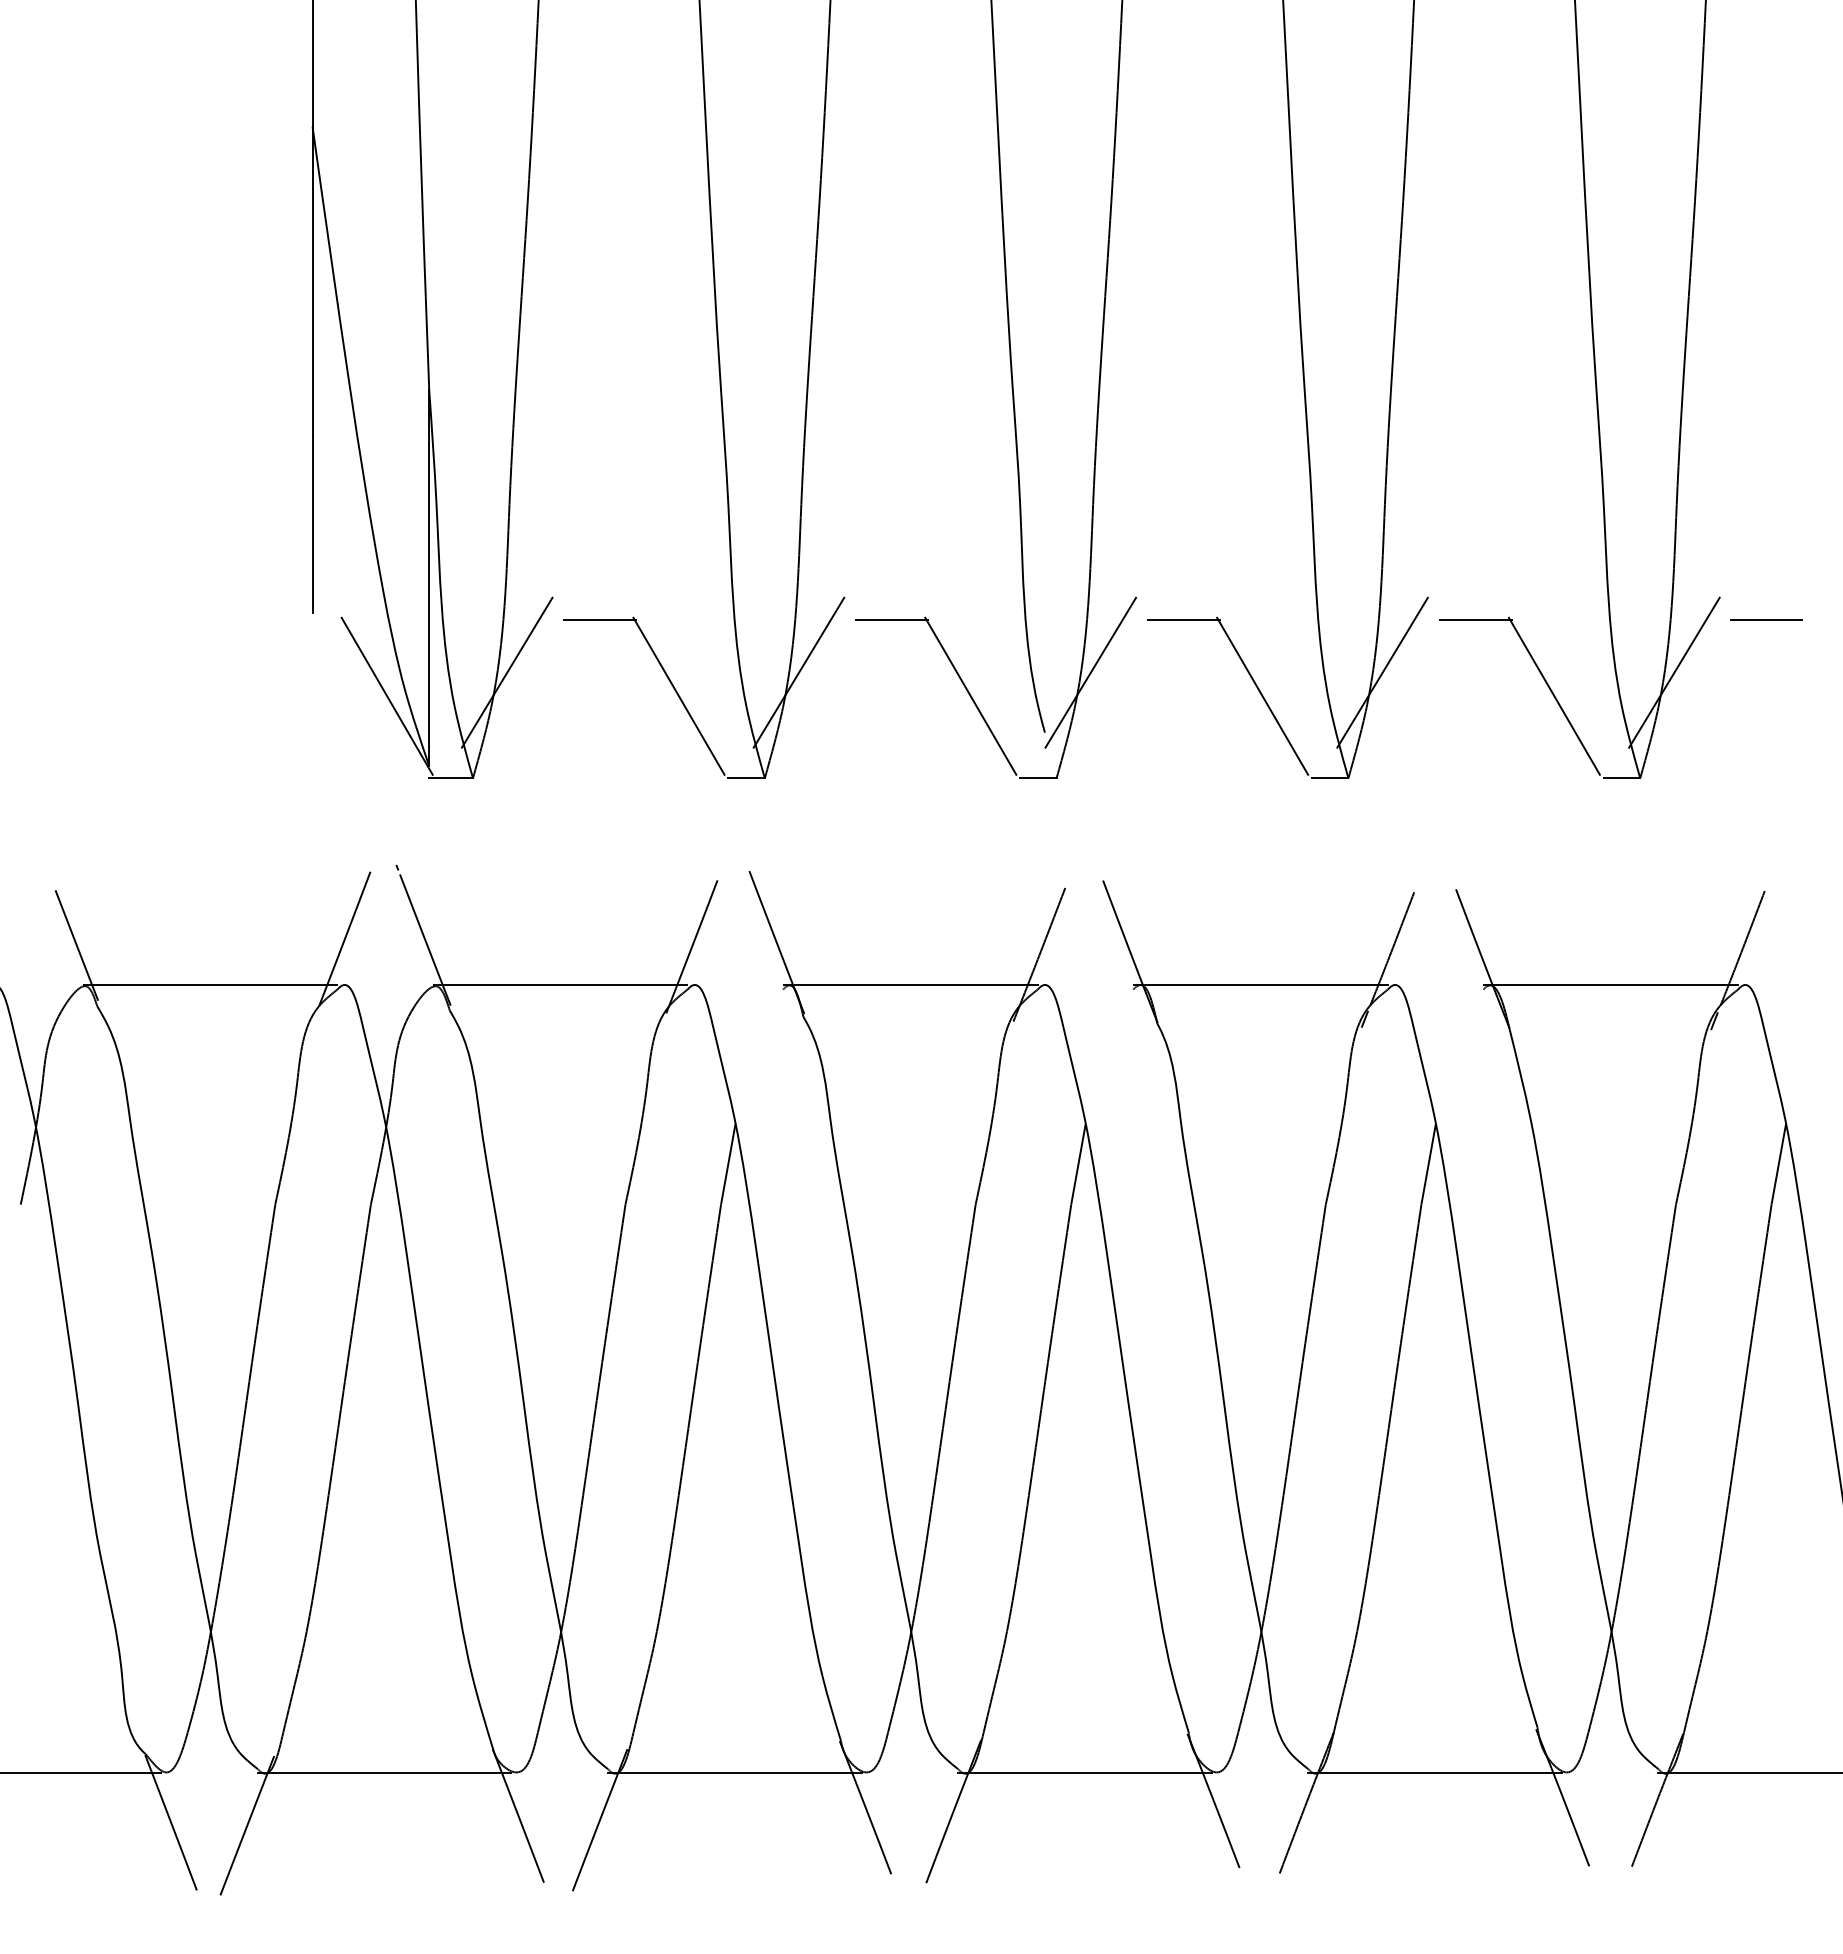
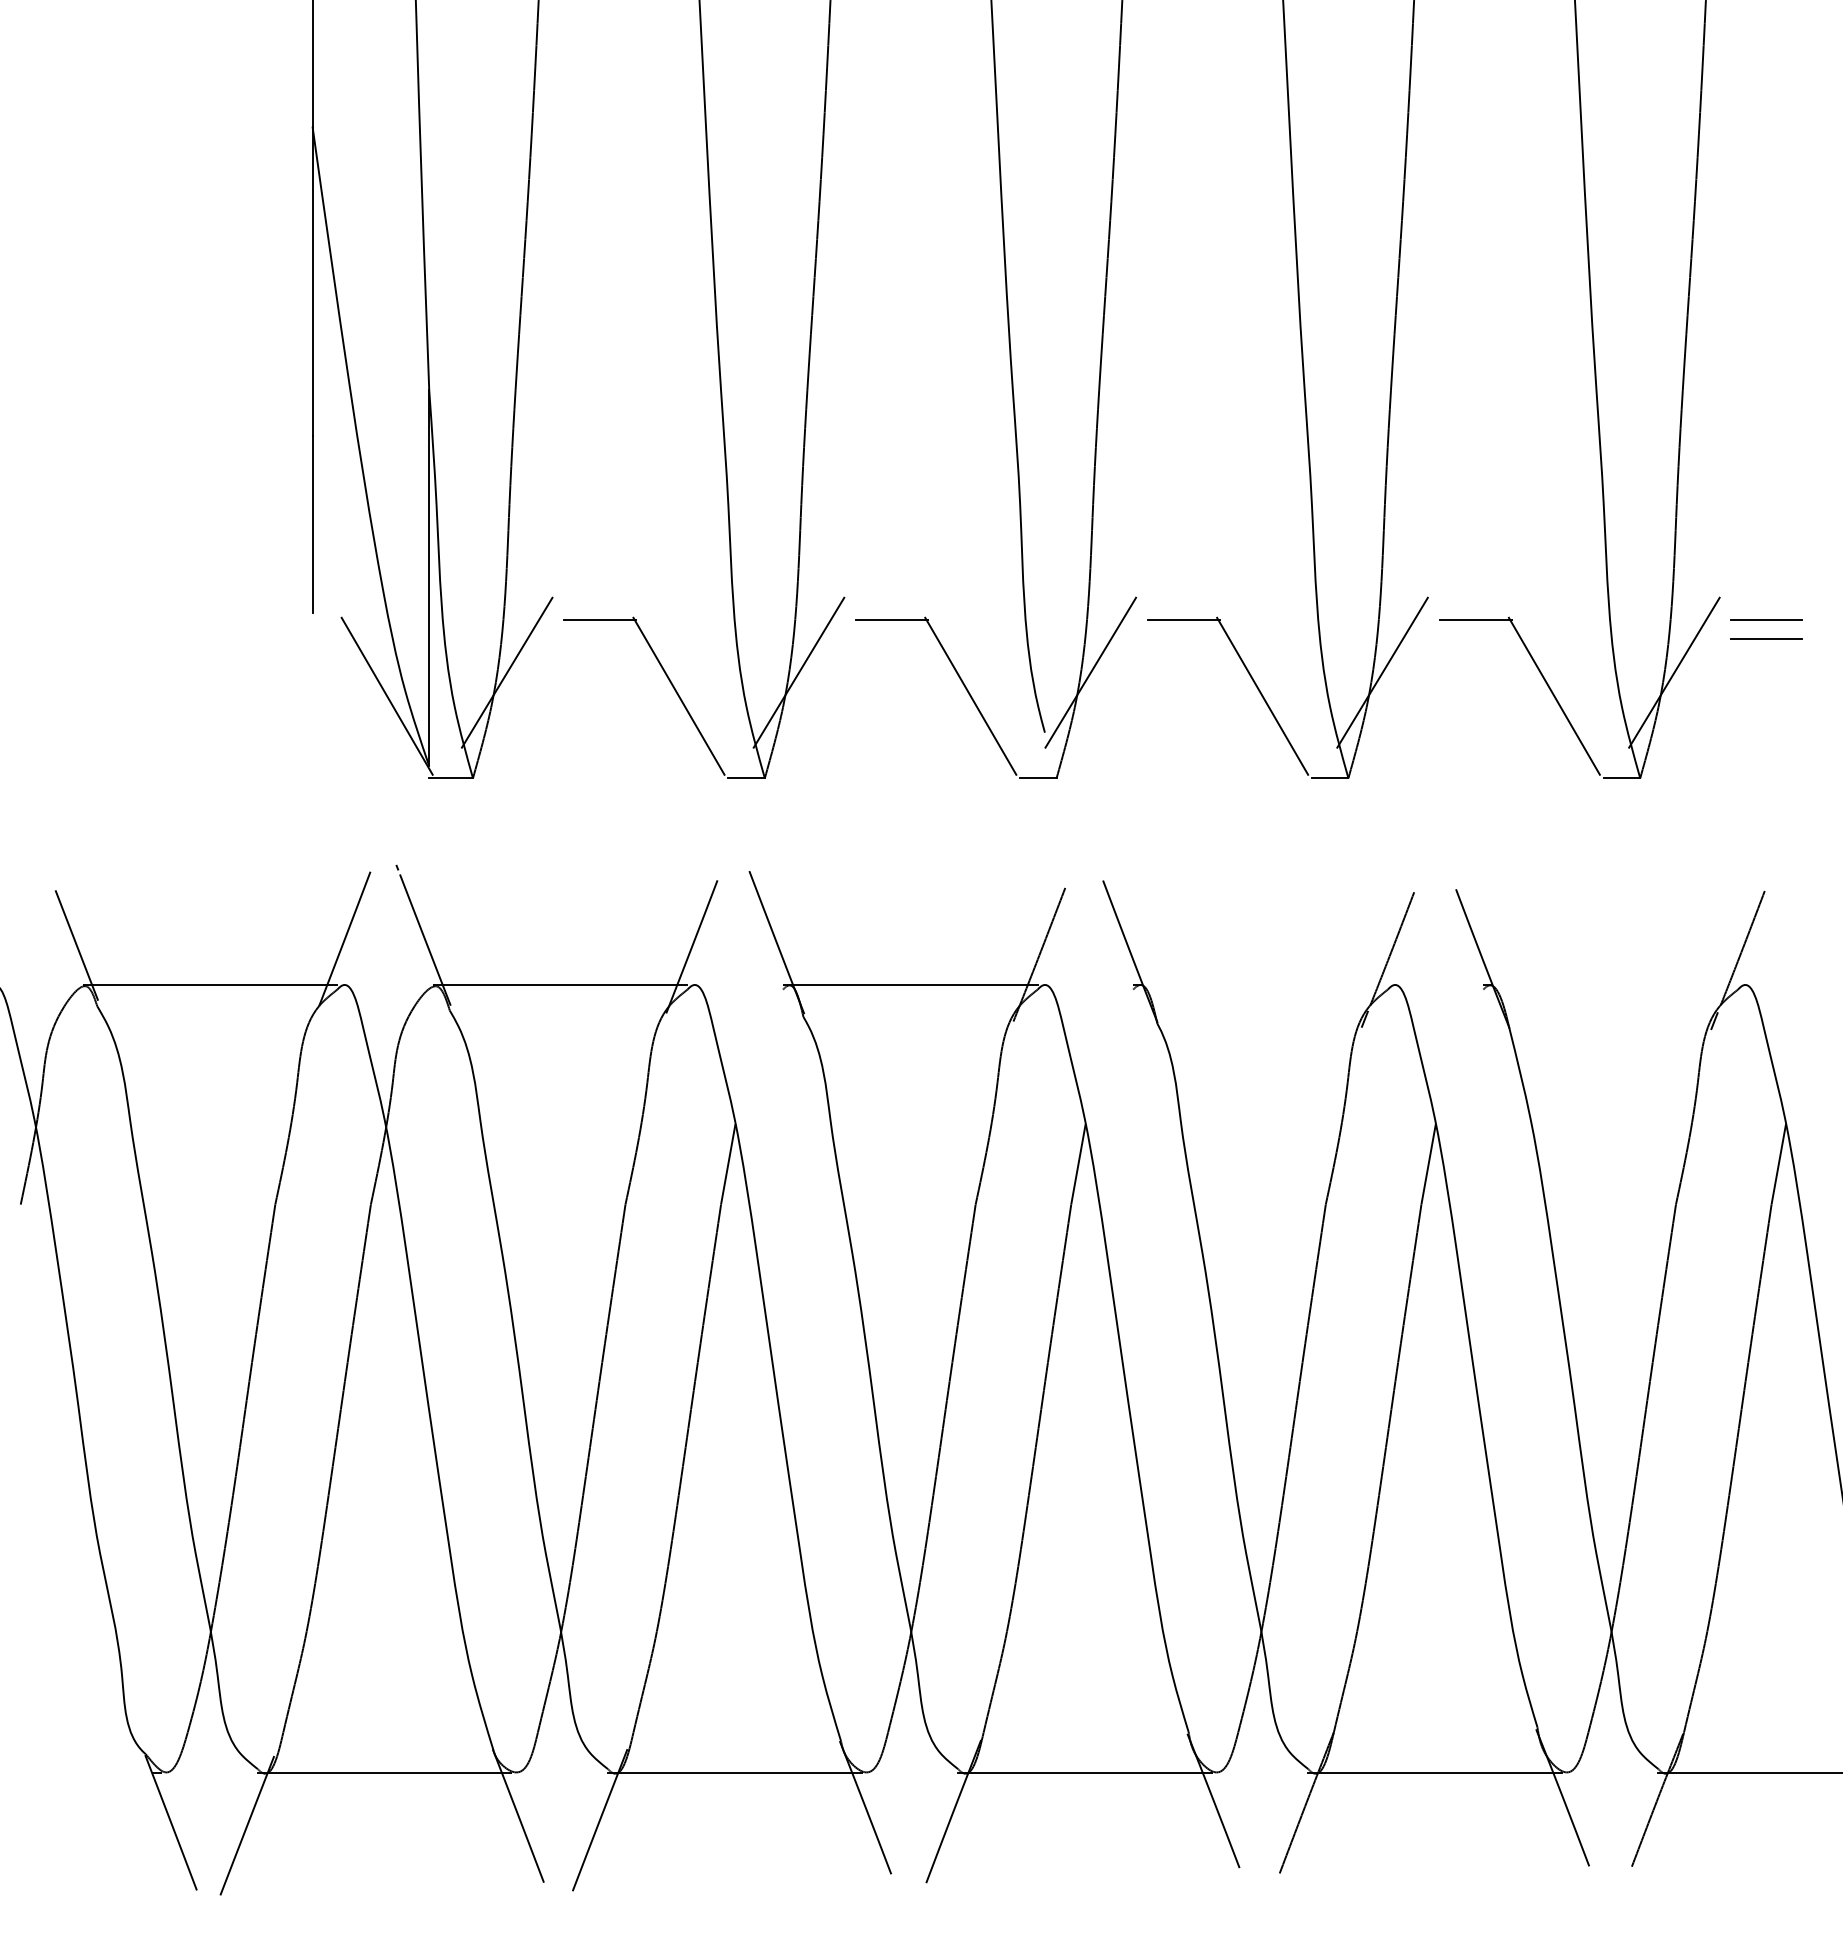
line at (1766, 638): none -> present
line at (1265, 985): present -> none
line at (1614, 985): present -> none
line at (77, 1773): present -> none
